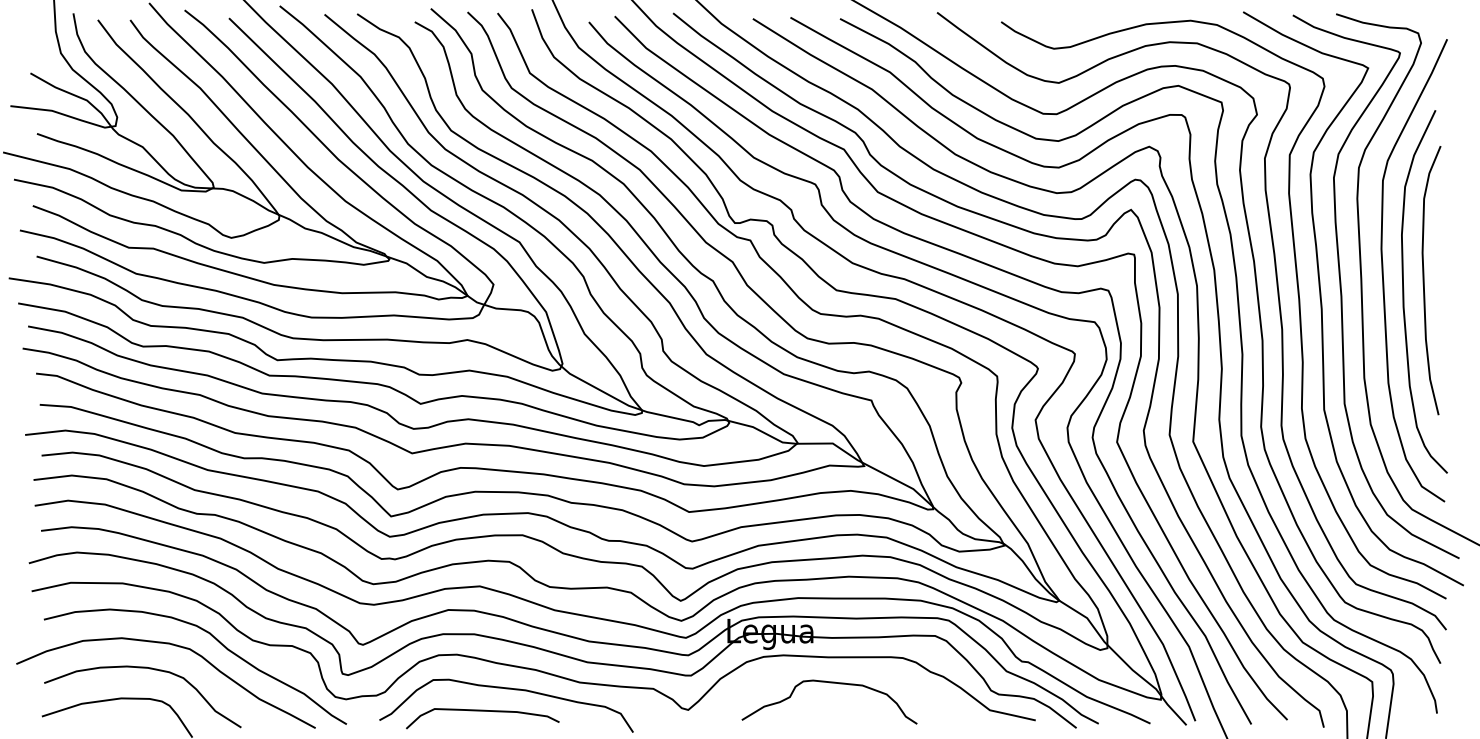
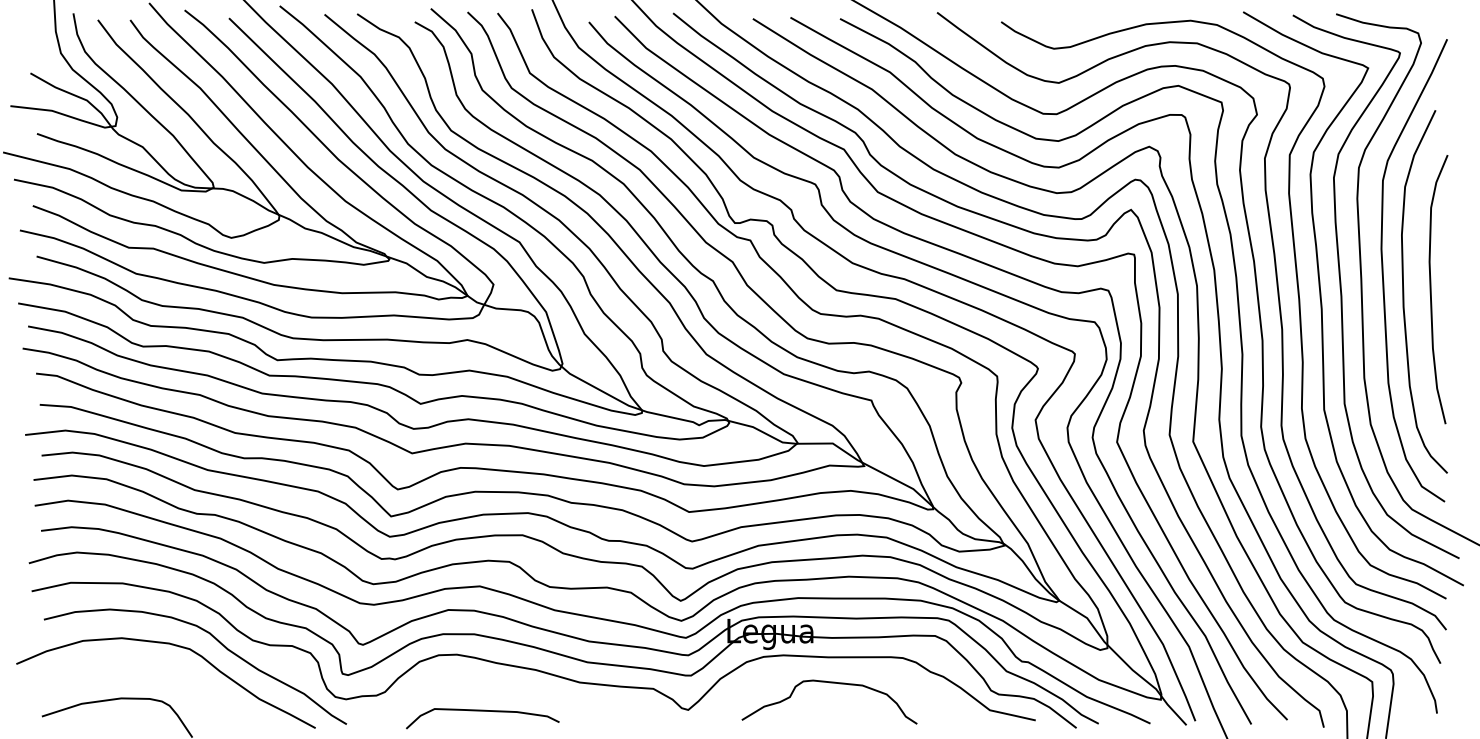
part at (1424, 280) position: (1424, 280) -> (1431, 289)
curve at (149, 669): present -> none
curve at (506, 689): present -> none
